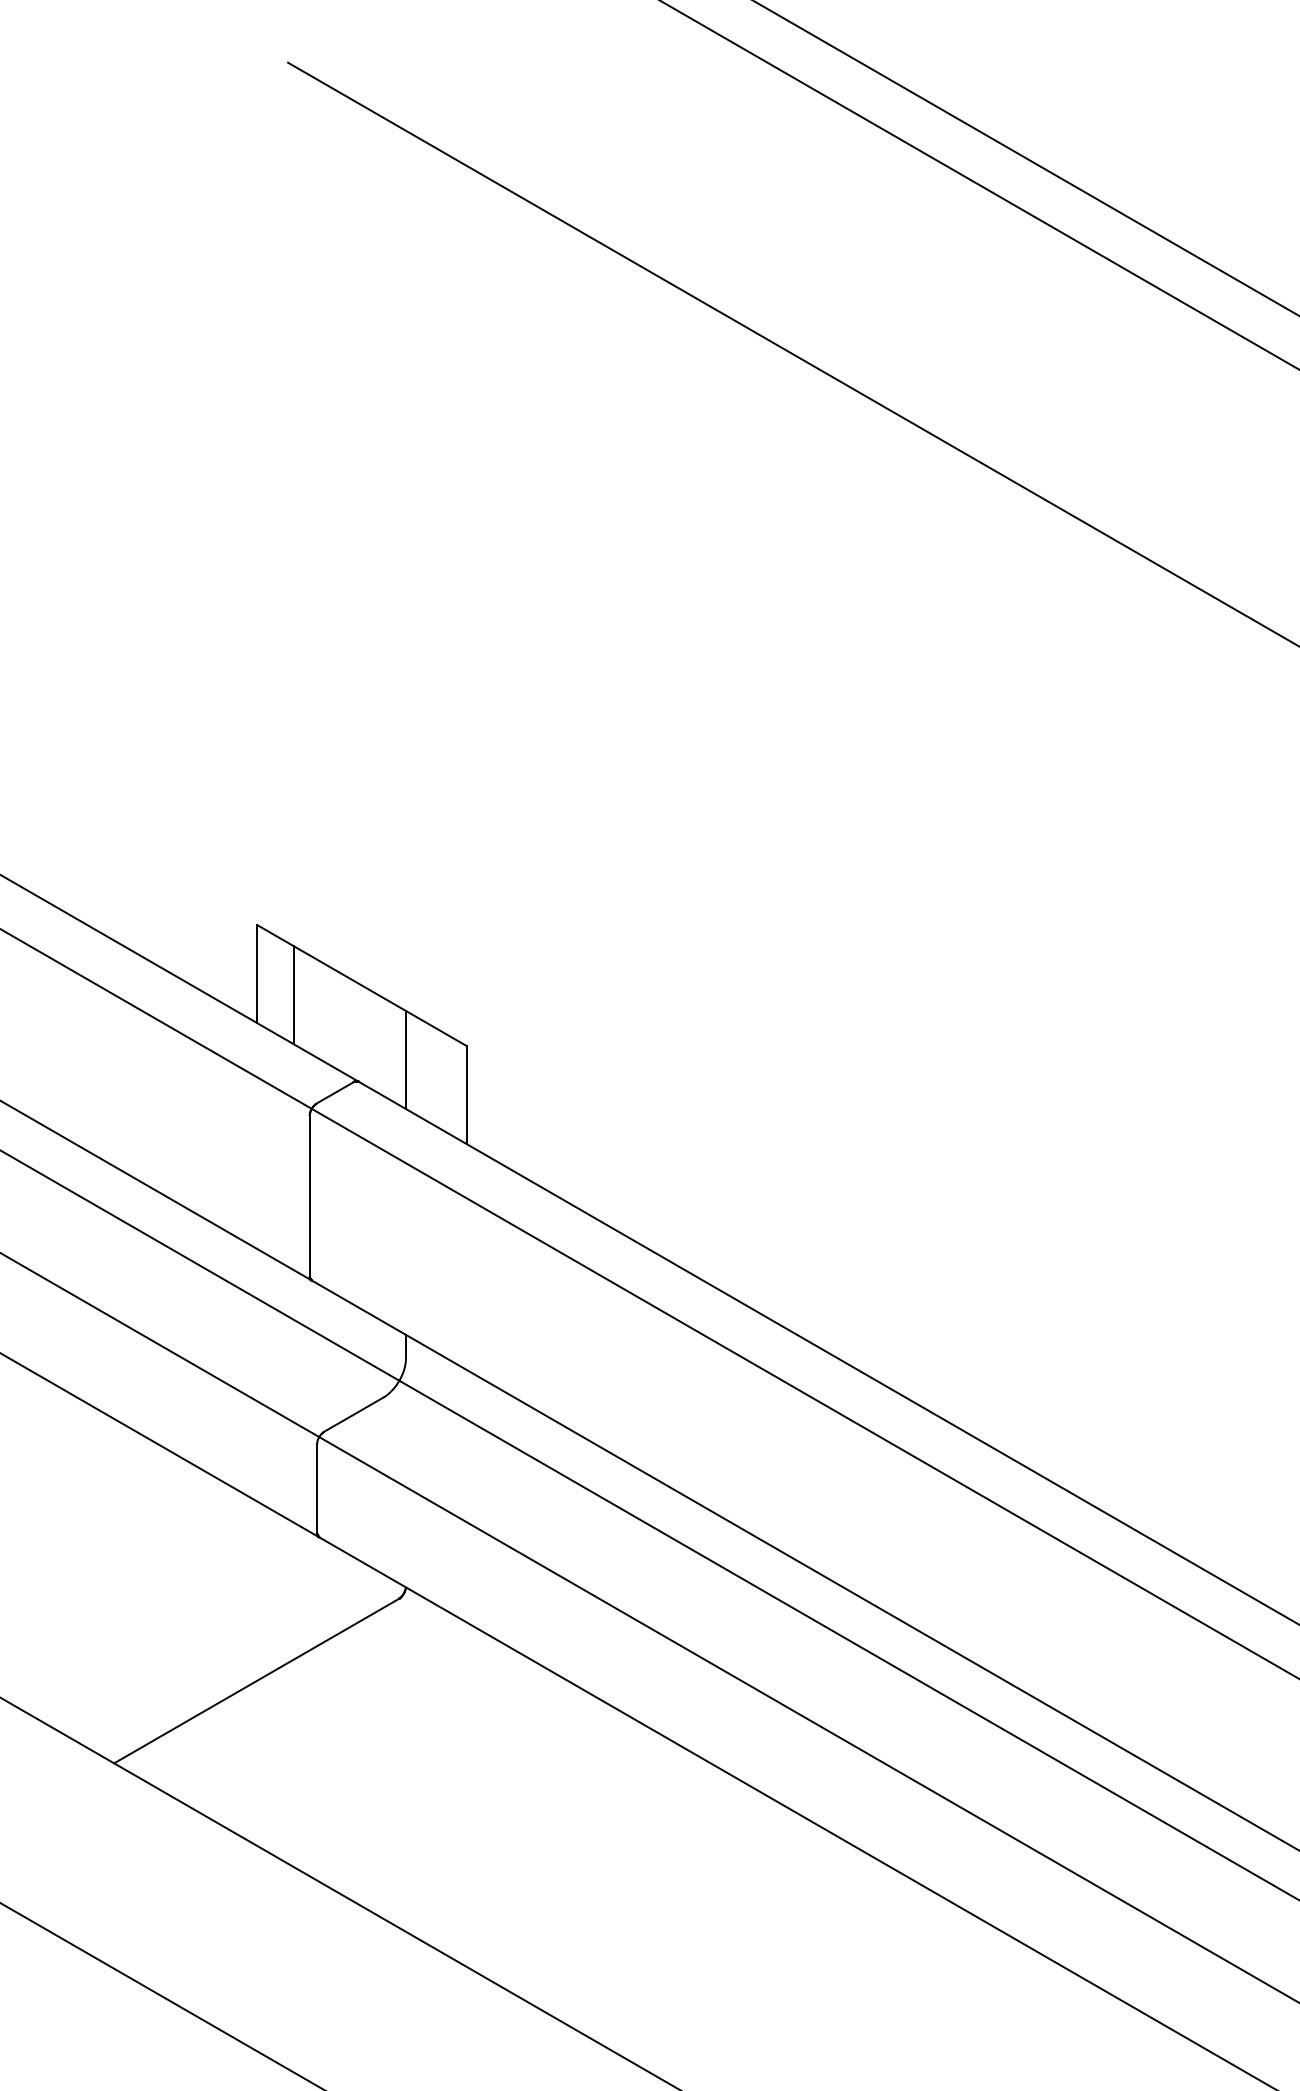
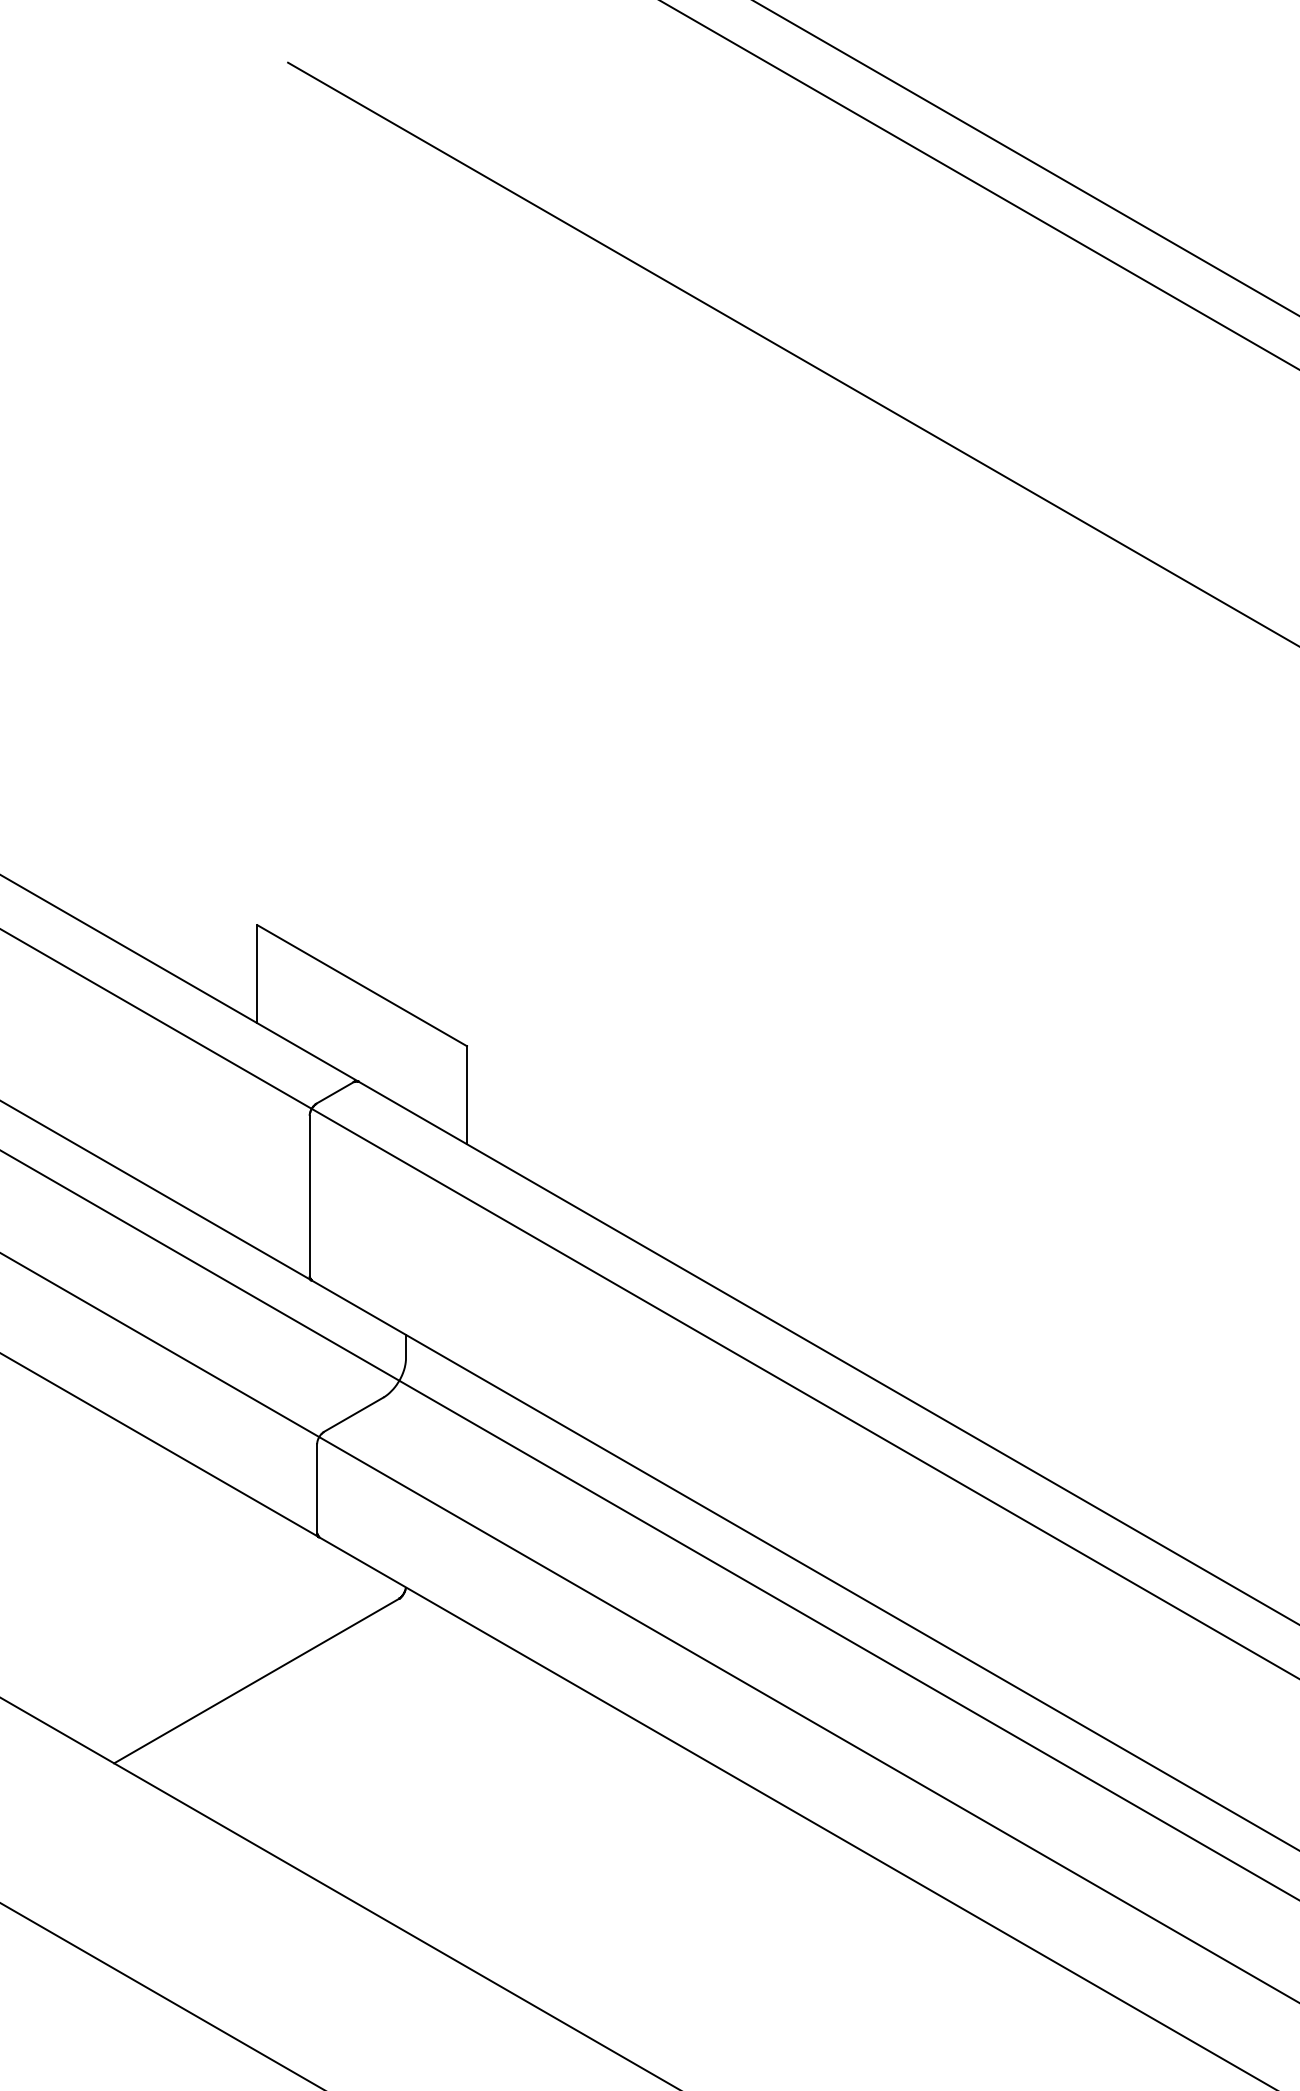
line at (294, 995): present -> none
line at (406, 1059): present -> none
